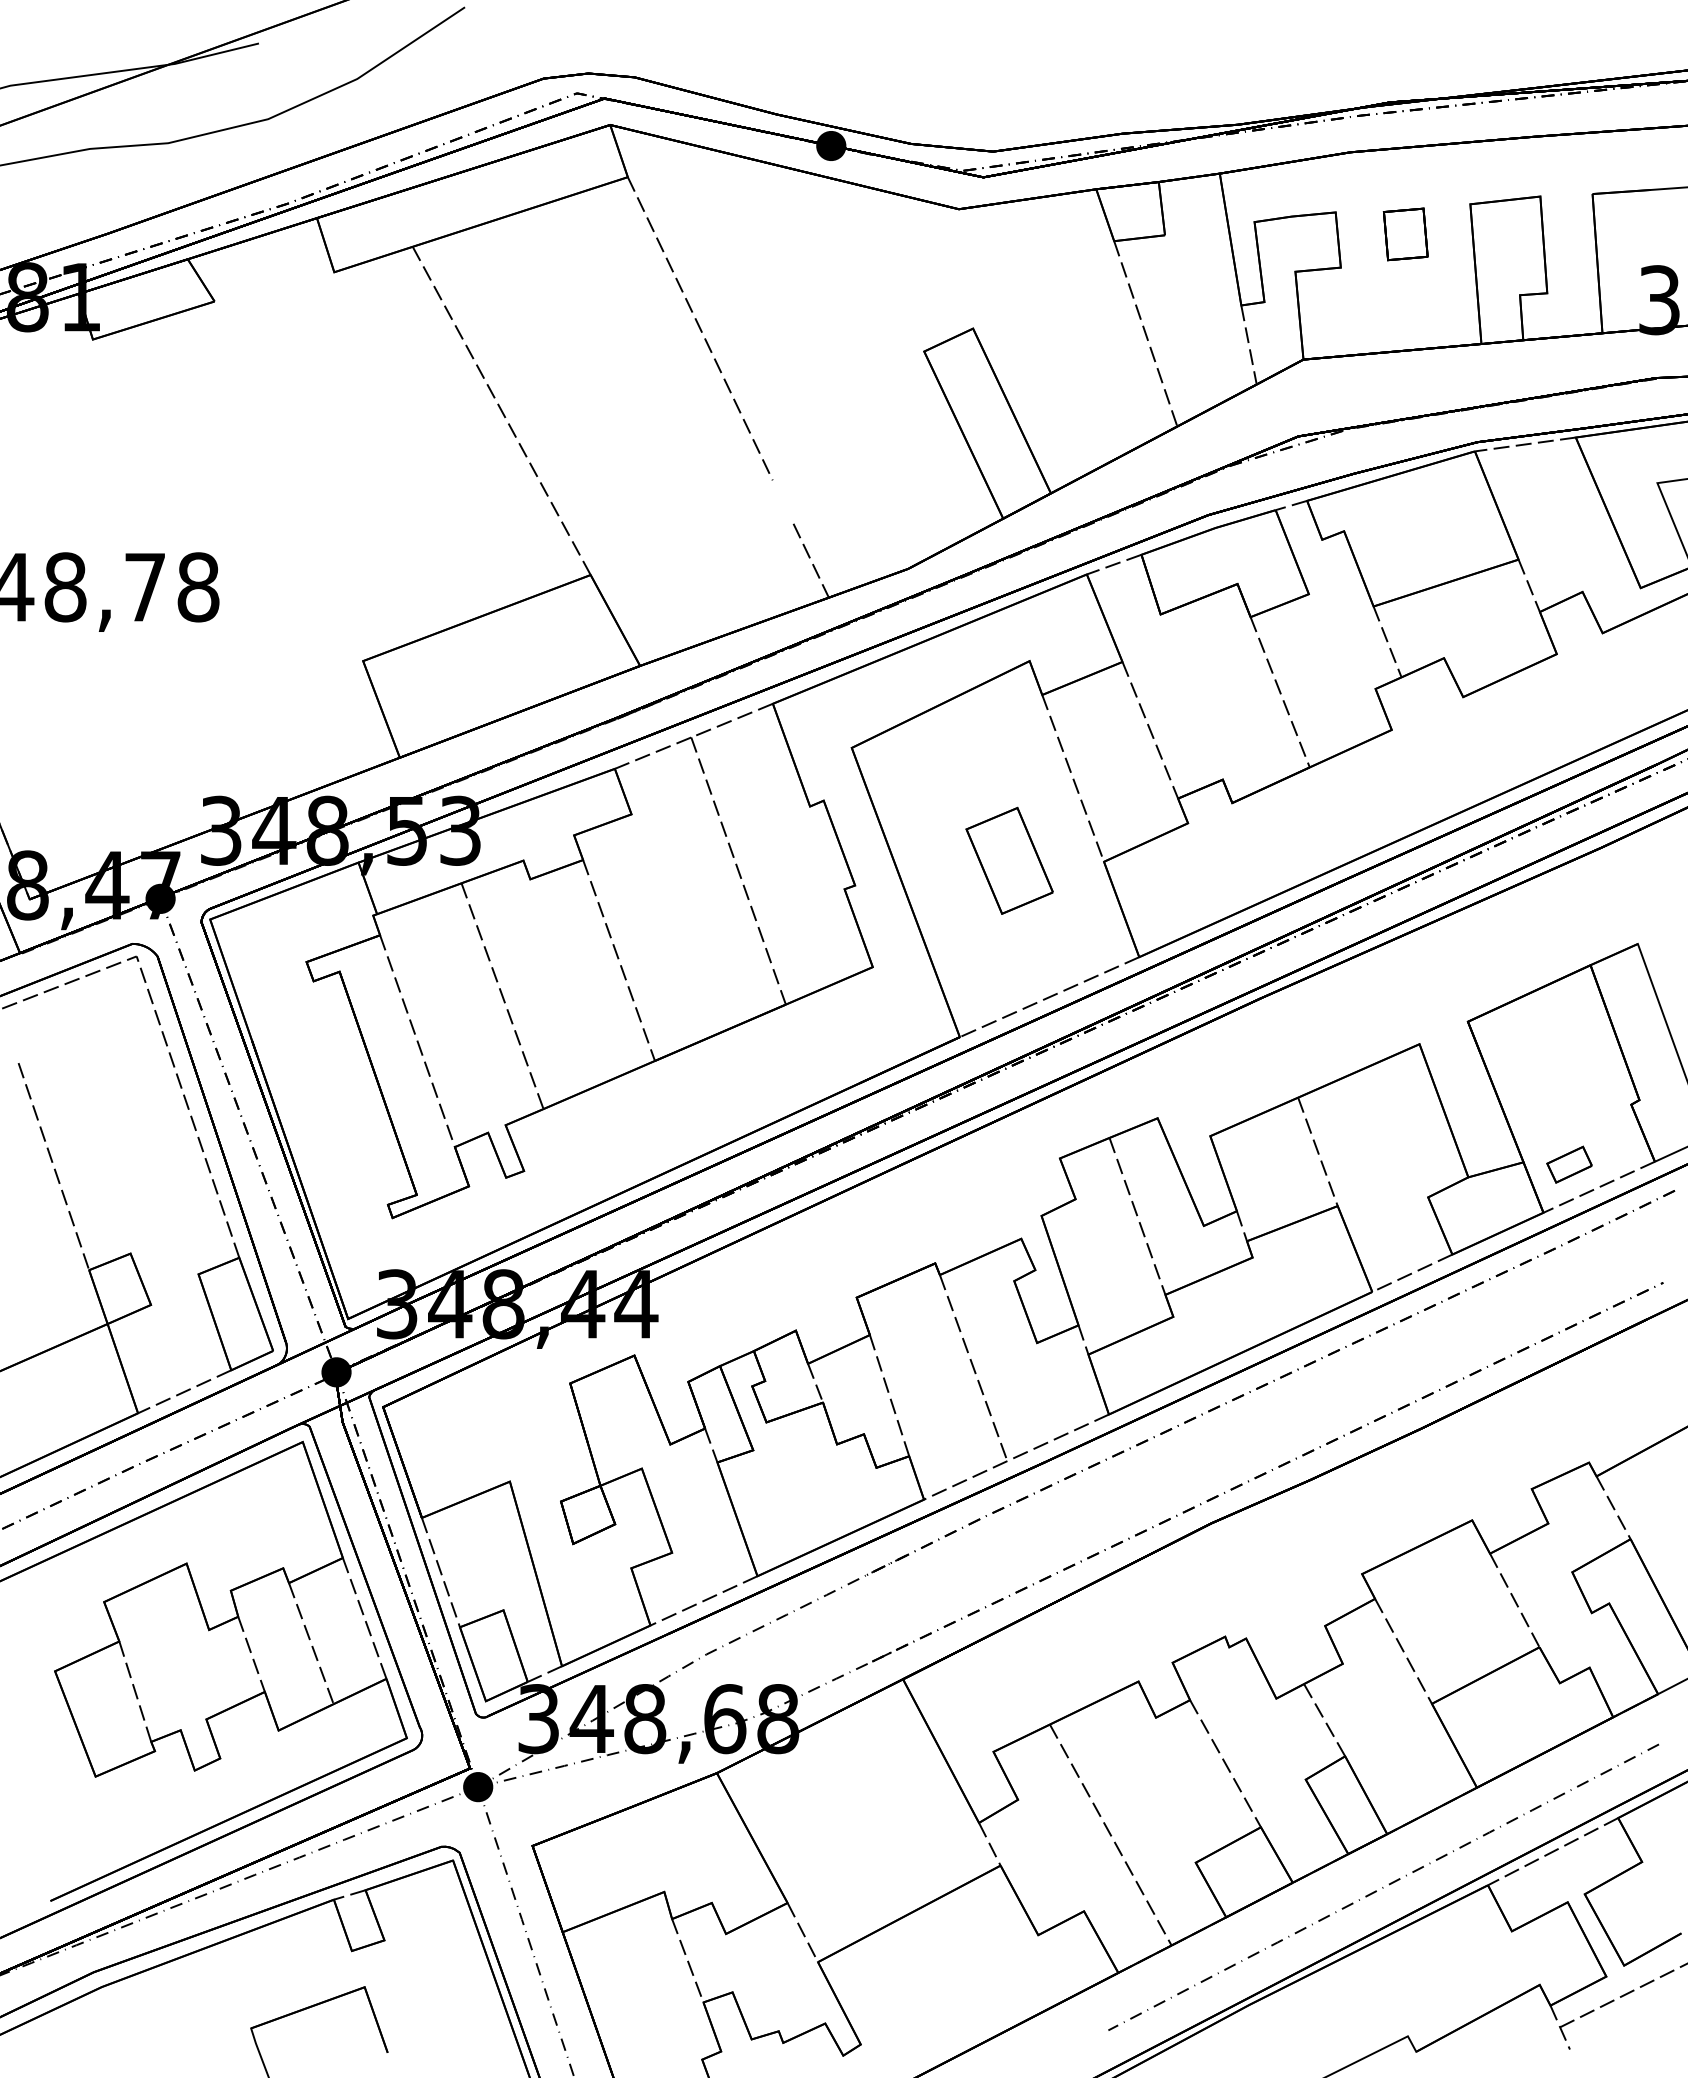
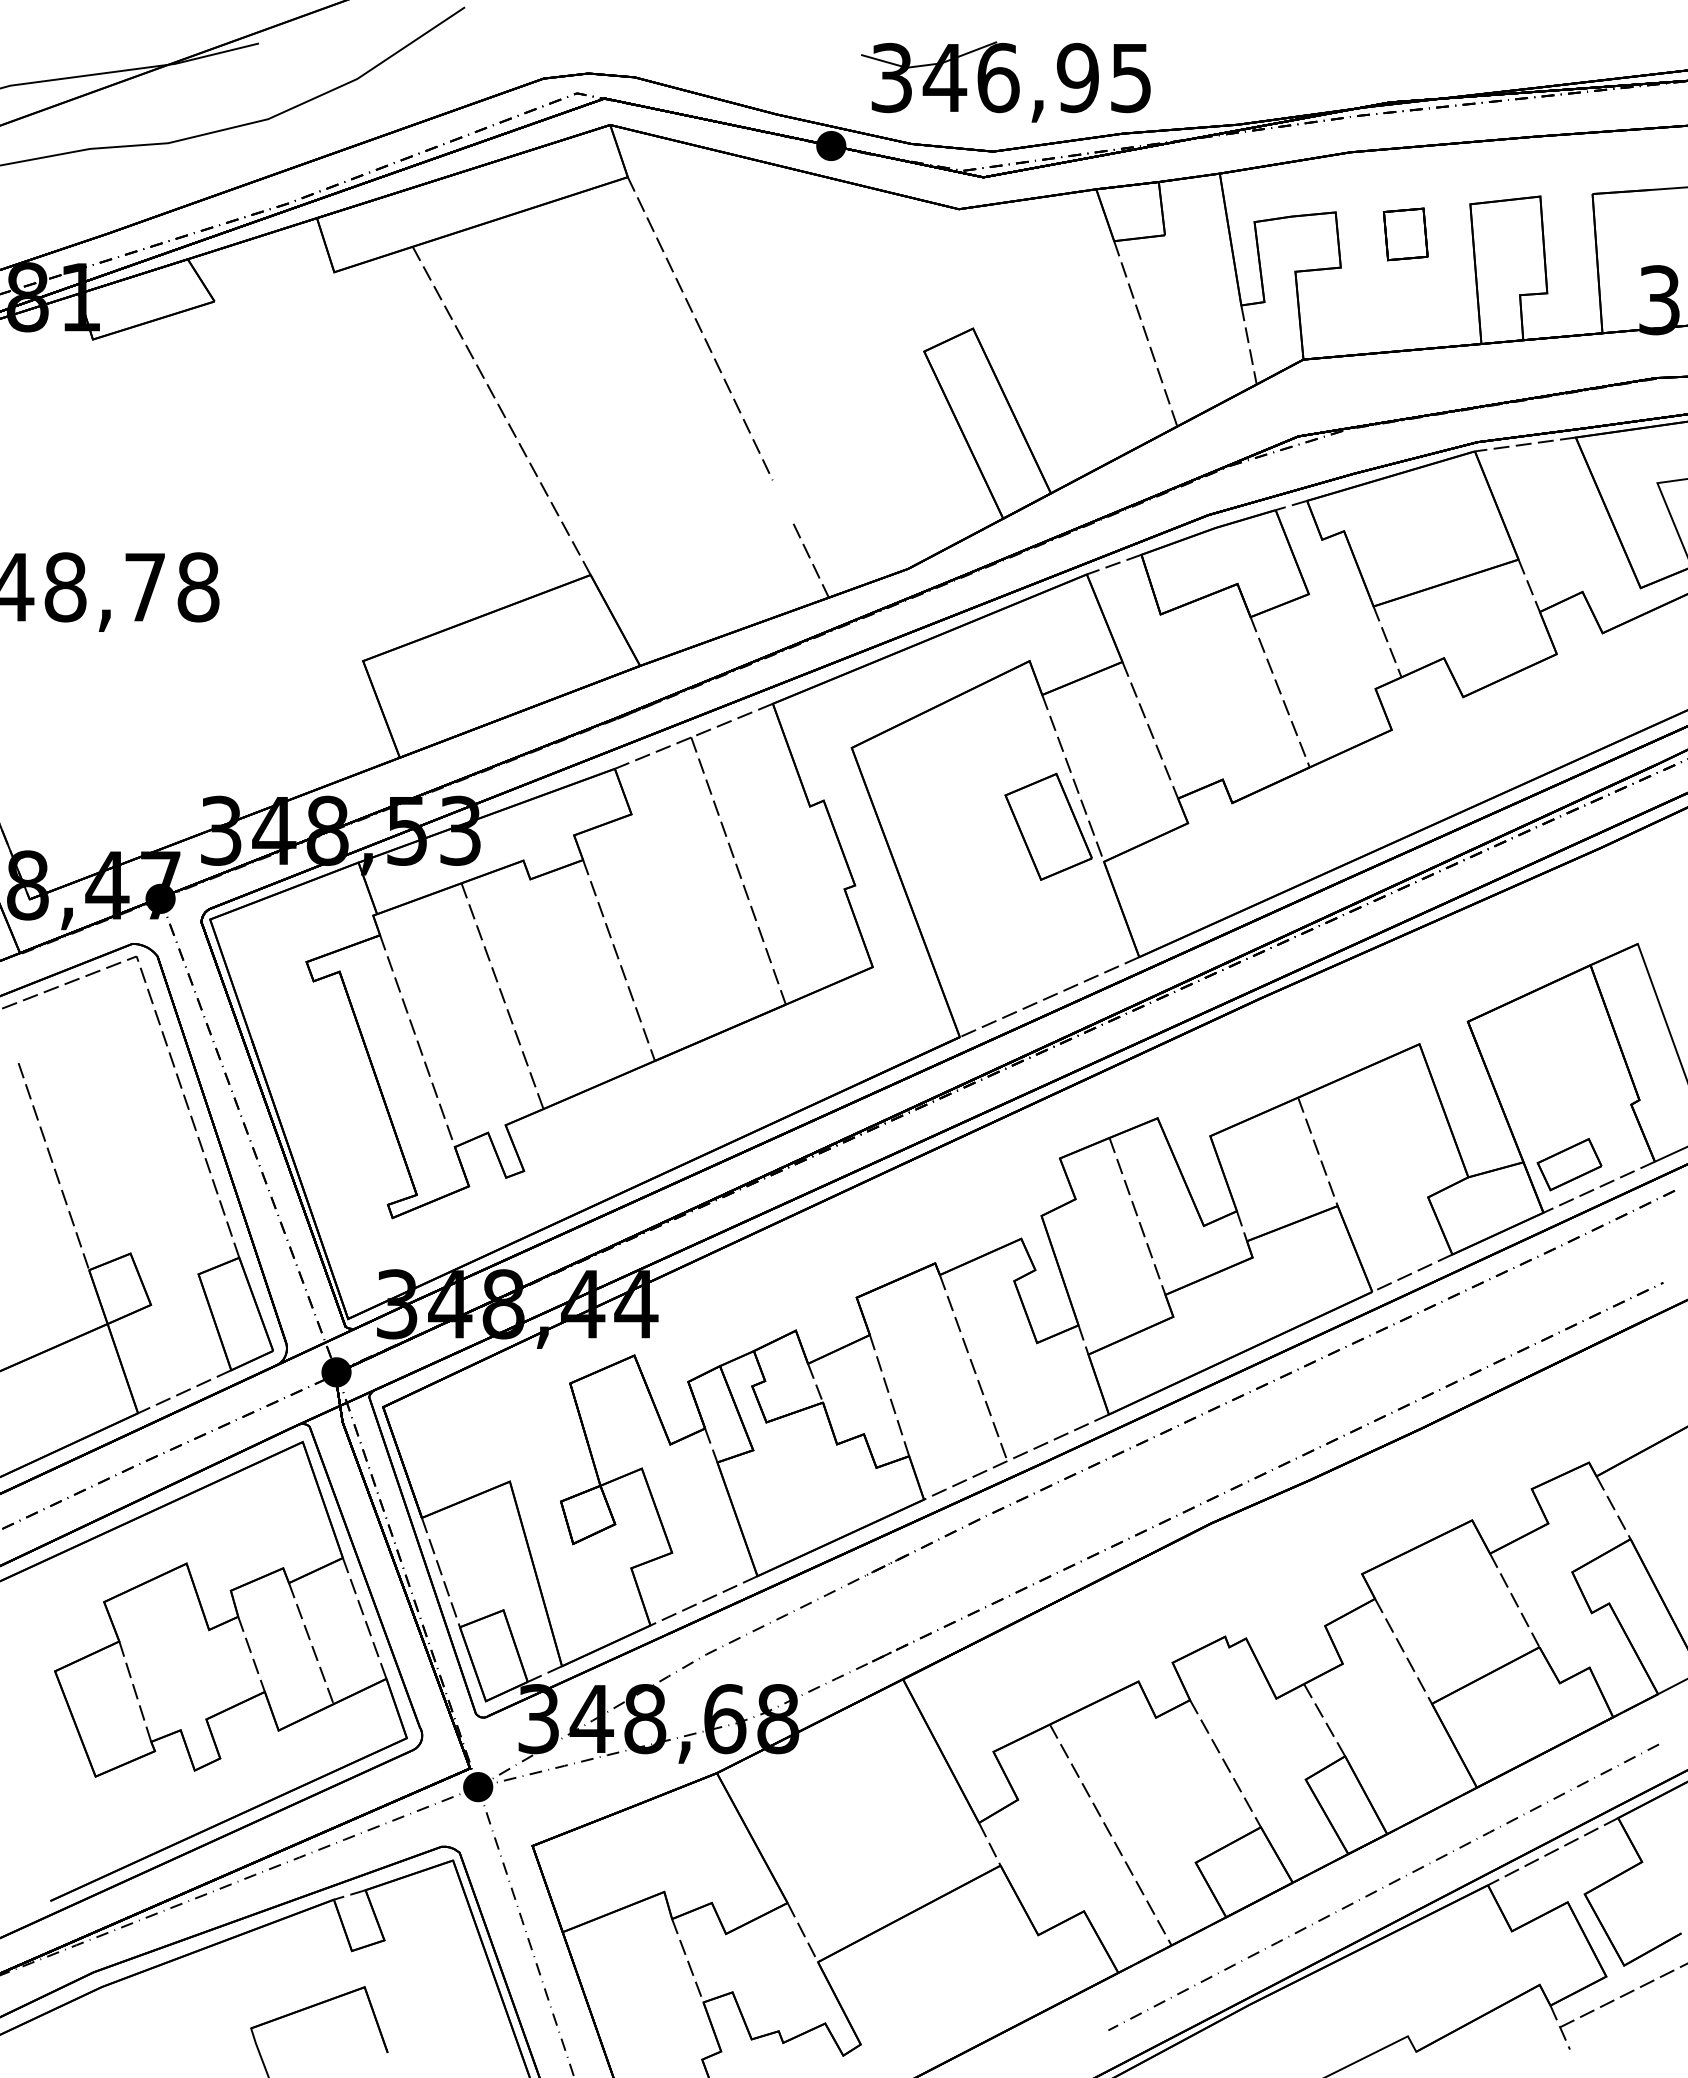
part at (1005, 81): none -> present
part at (1009, 860) position: (1009, 860) -> (1048, 826)
part at (1569, 1164) size: 47x39 px -> 67x54 px
